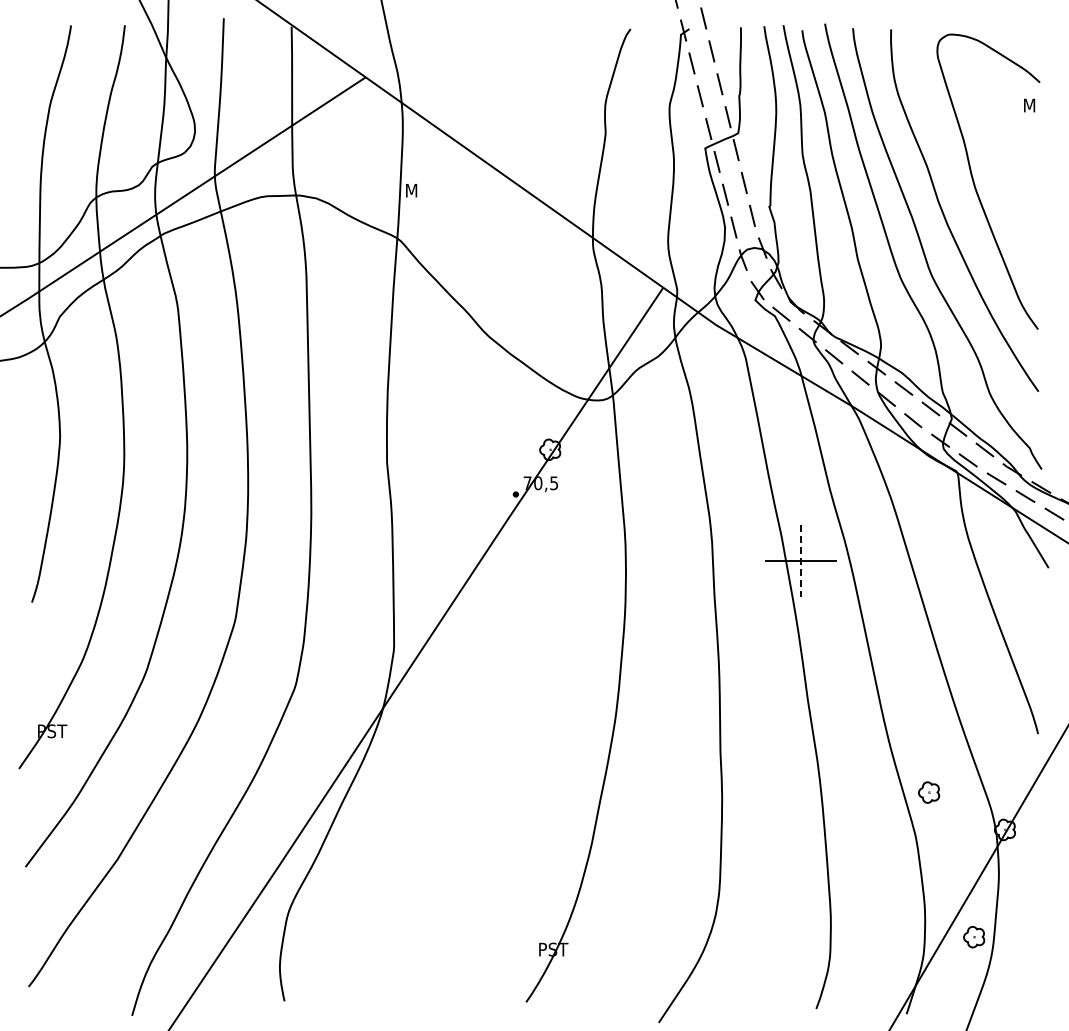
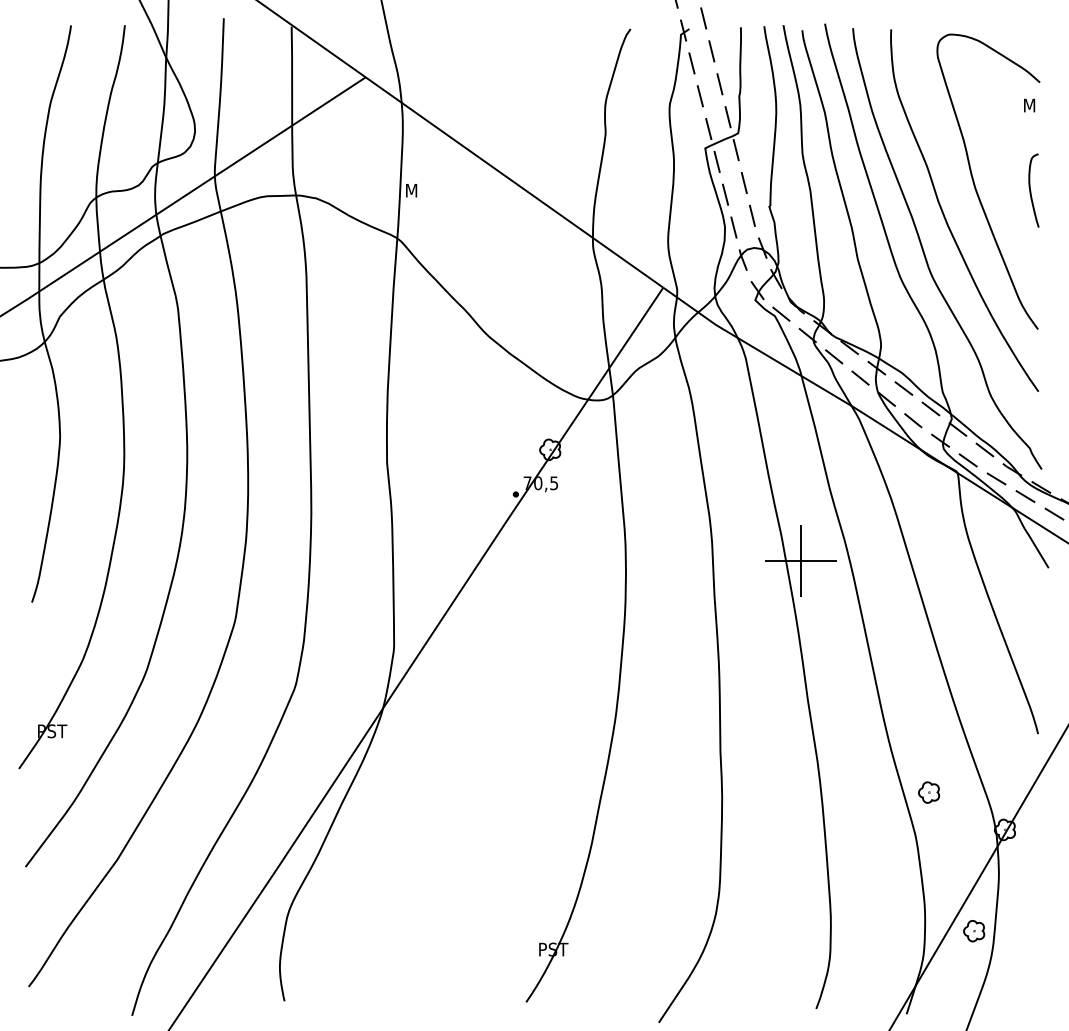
curve at (1031, 191): none -> present
line at (800, 561): dashed -> solid
part at (974, 937) position: (974, 937) -> (974, 931)
